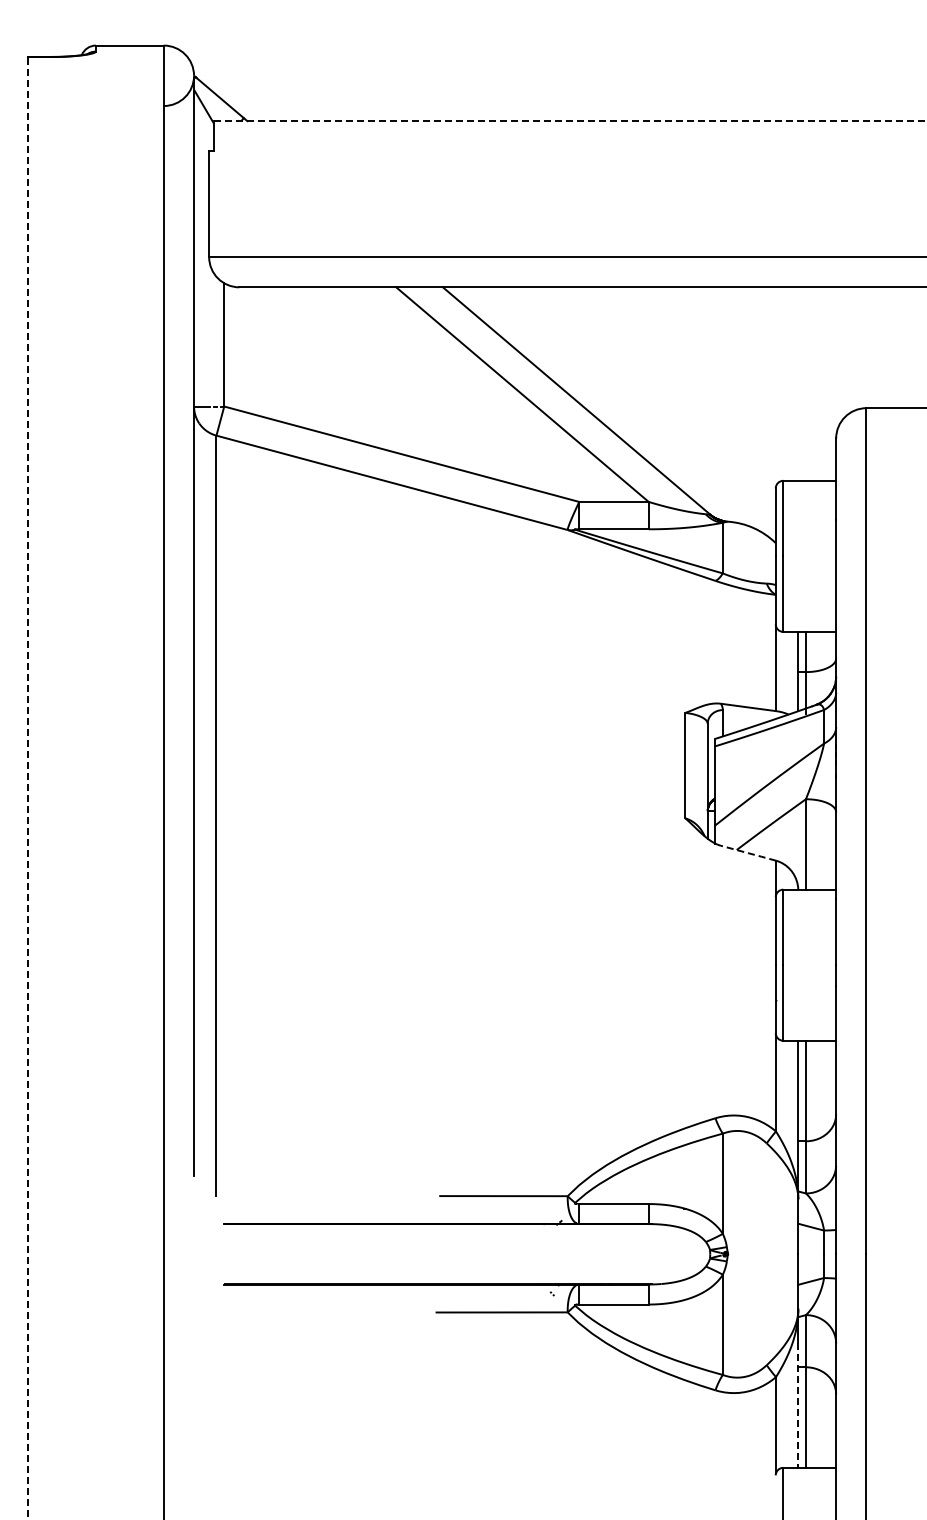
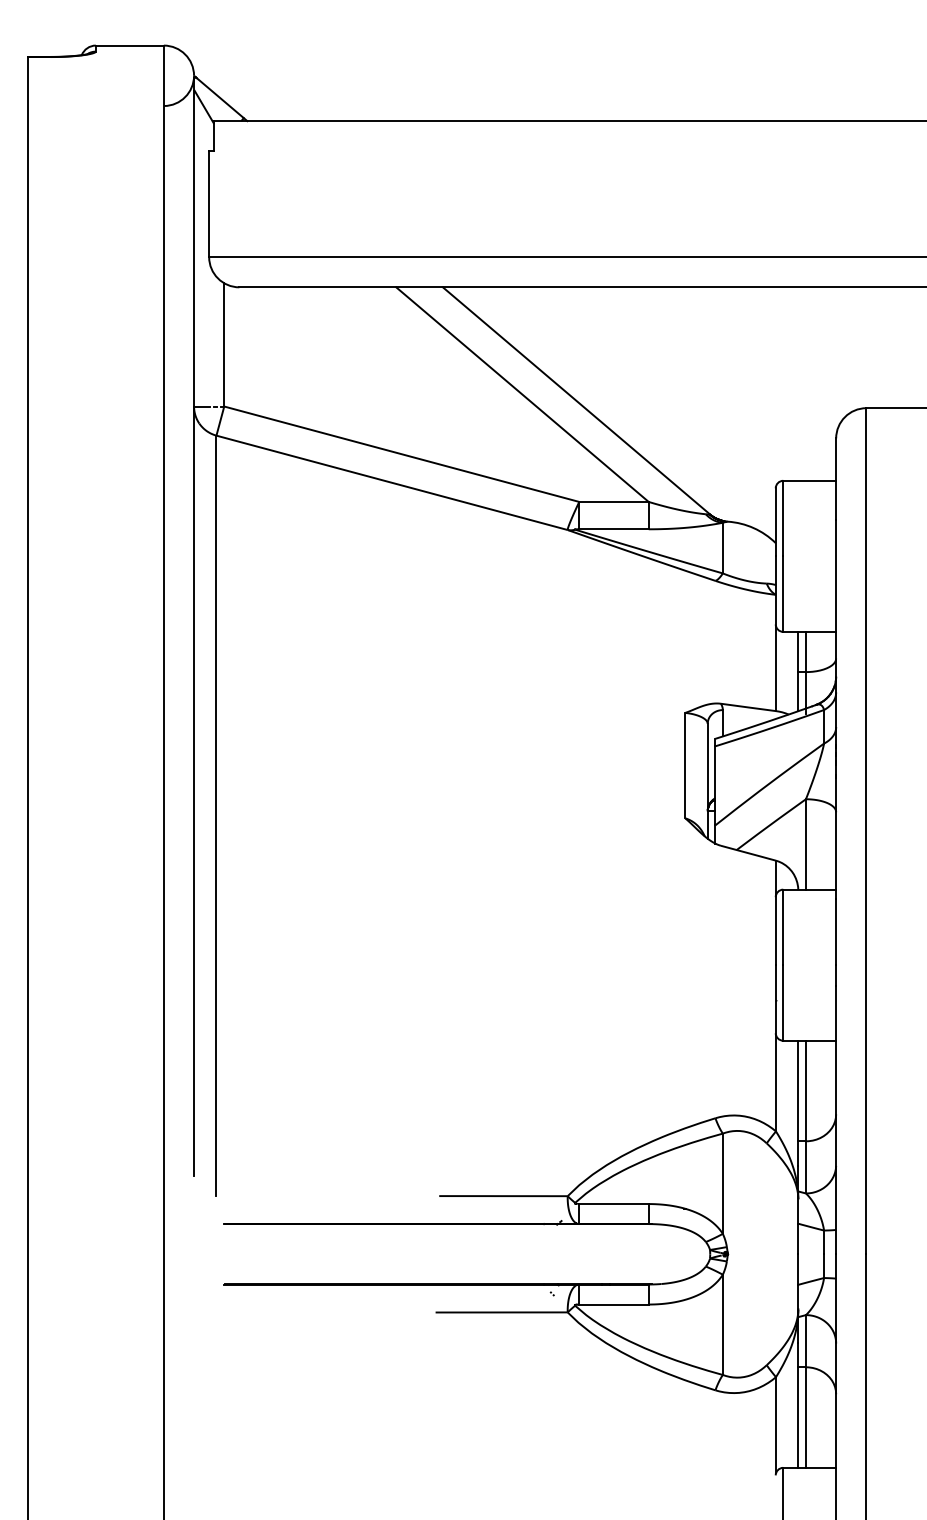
line at (571, 121): dashed -> solid
line at (27, 787): dashed -> solid
line at (748, 853): dashed -> solid
line at (798, 1405): dashed -> solid
